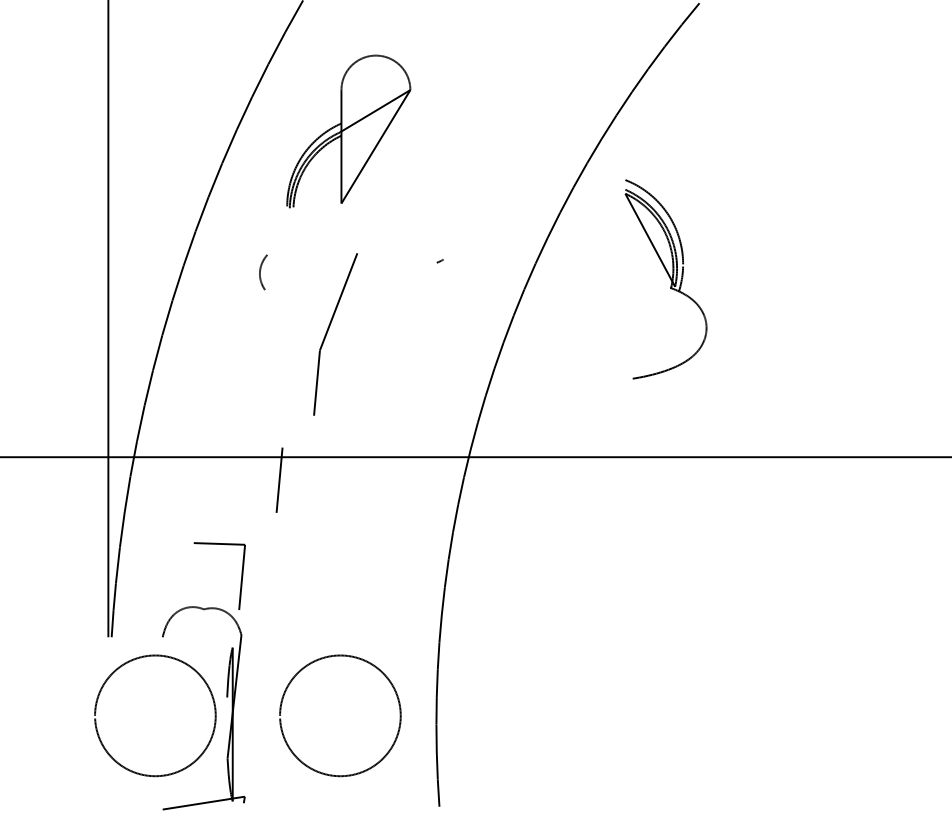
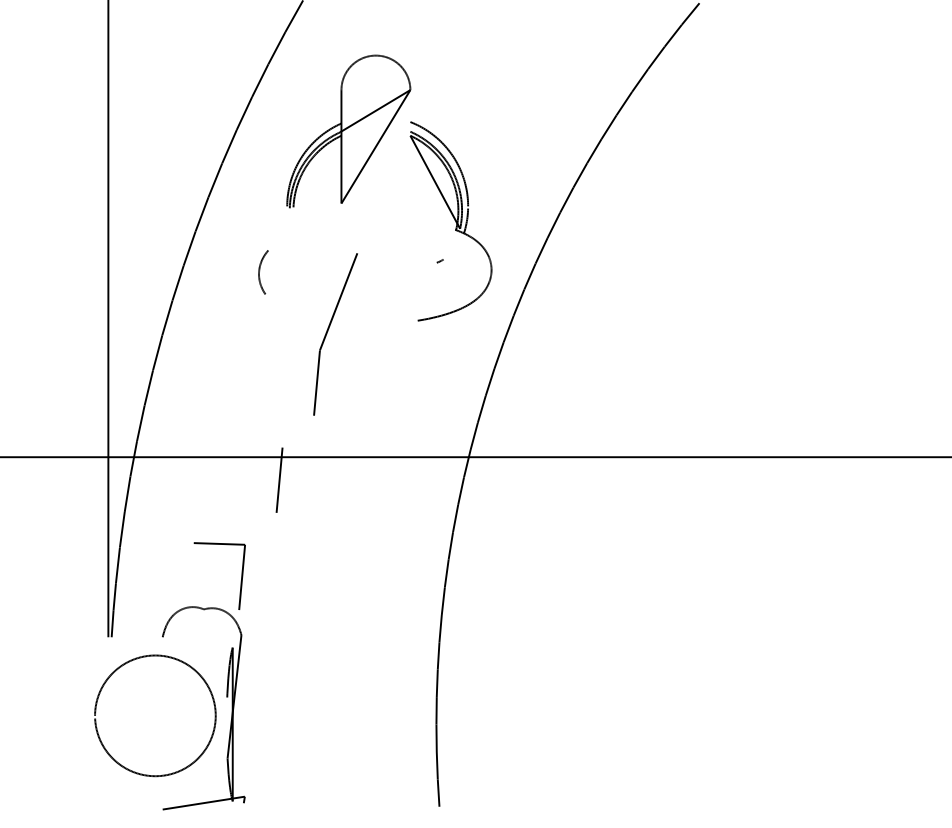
part at (263, 272) size: 9x37 px -> 11x45 px
part at (665, 279) position: (665, 279) -> (450, 221)
part at (331, 657): present -> none
